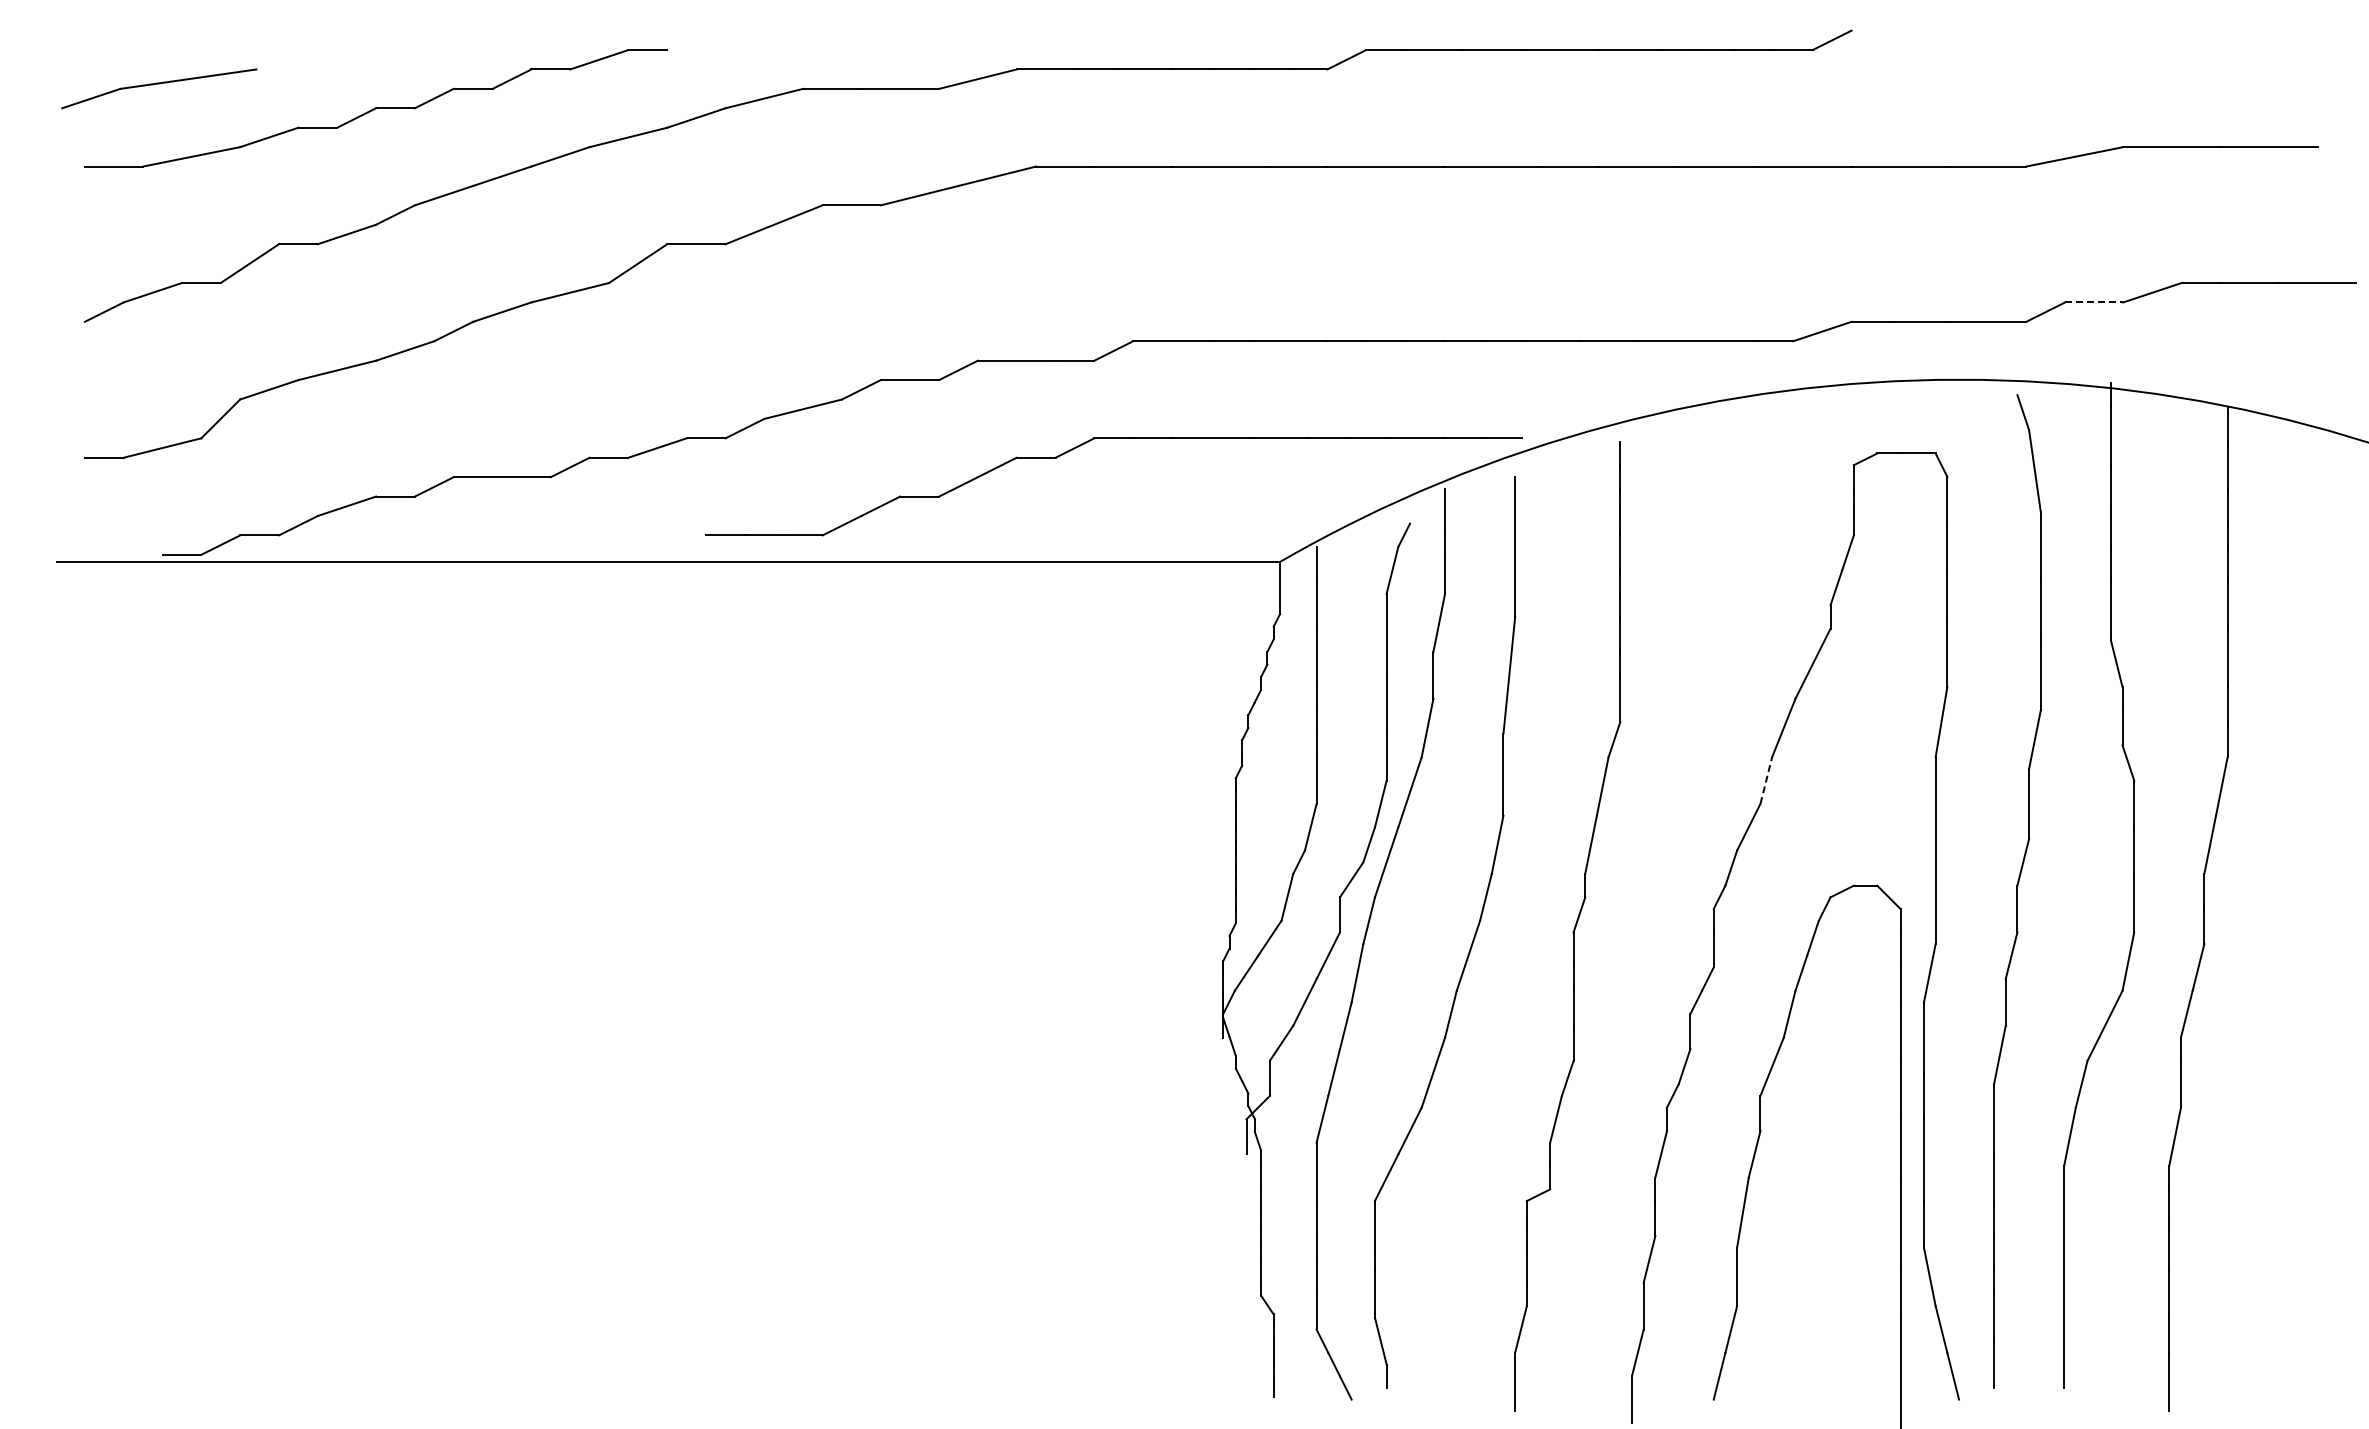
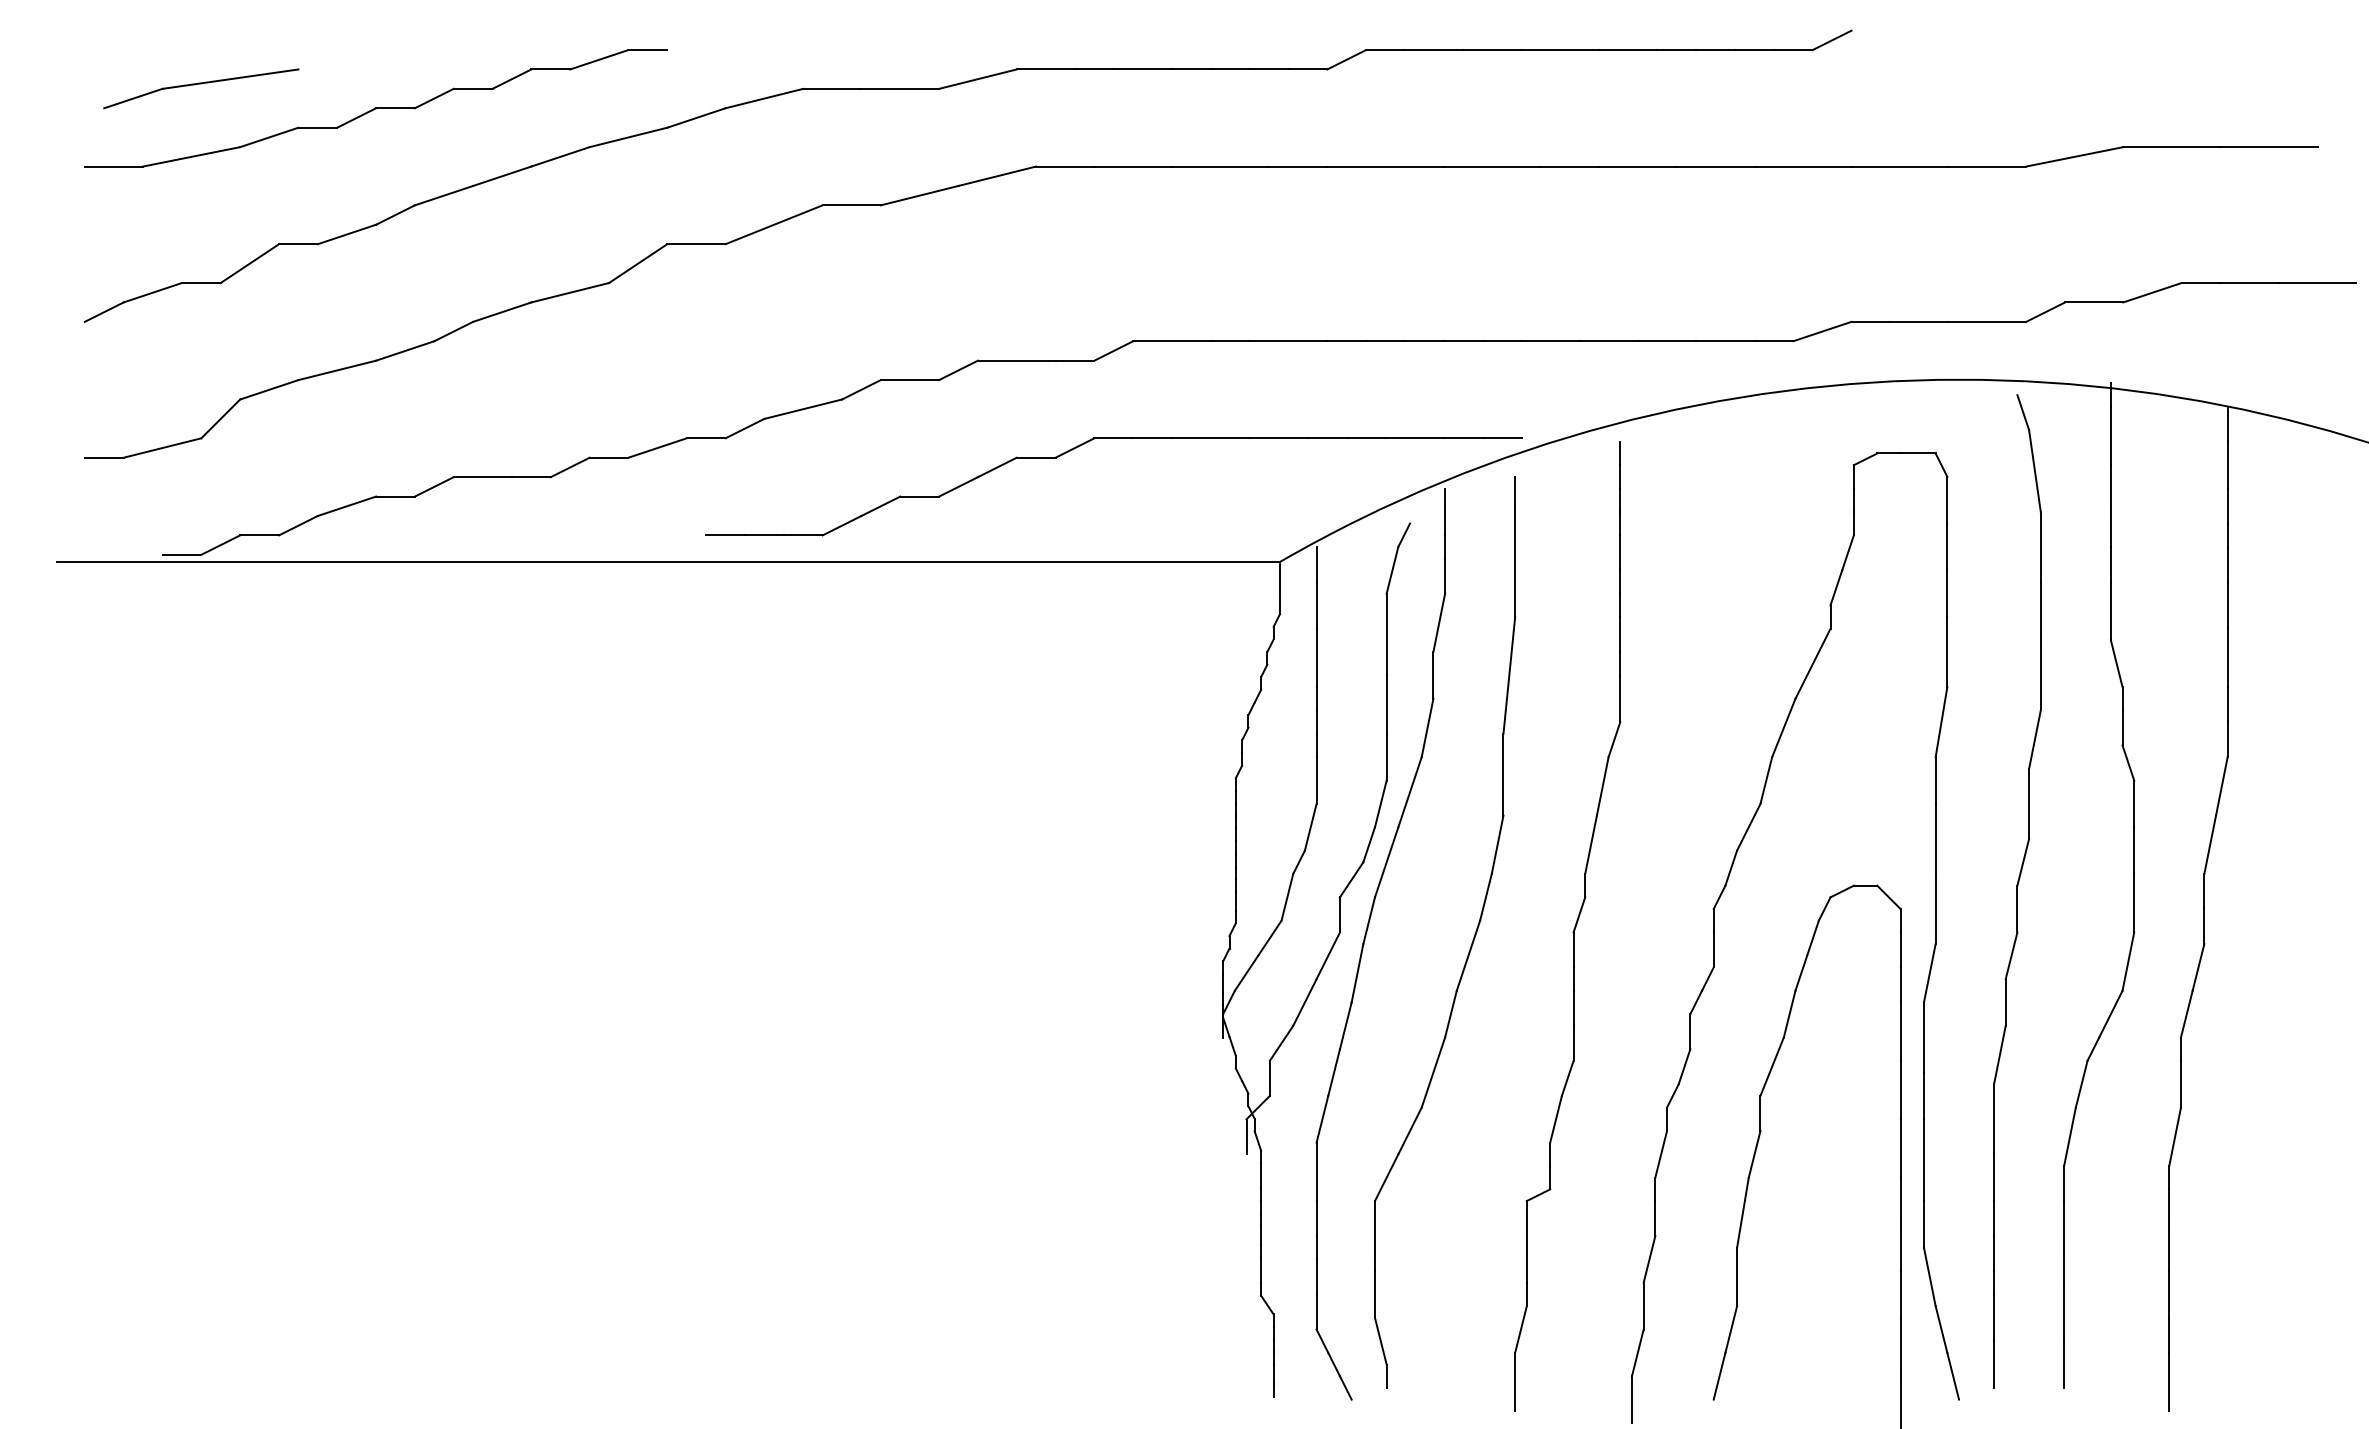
part at (159, 88) position: (159, 88) -> (201, 88)
line at (2094, 302): dashed -> solid
line at (1766, 780): dashed -> solid
